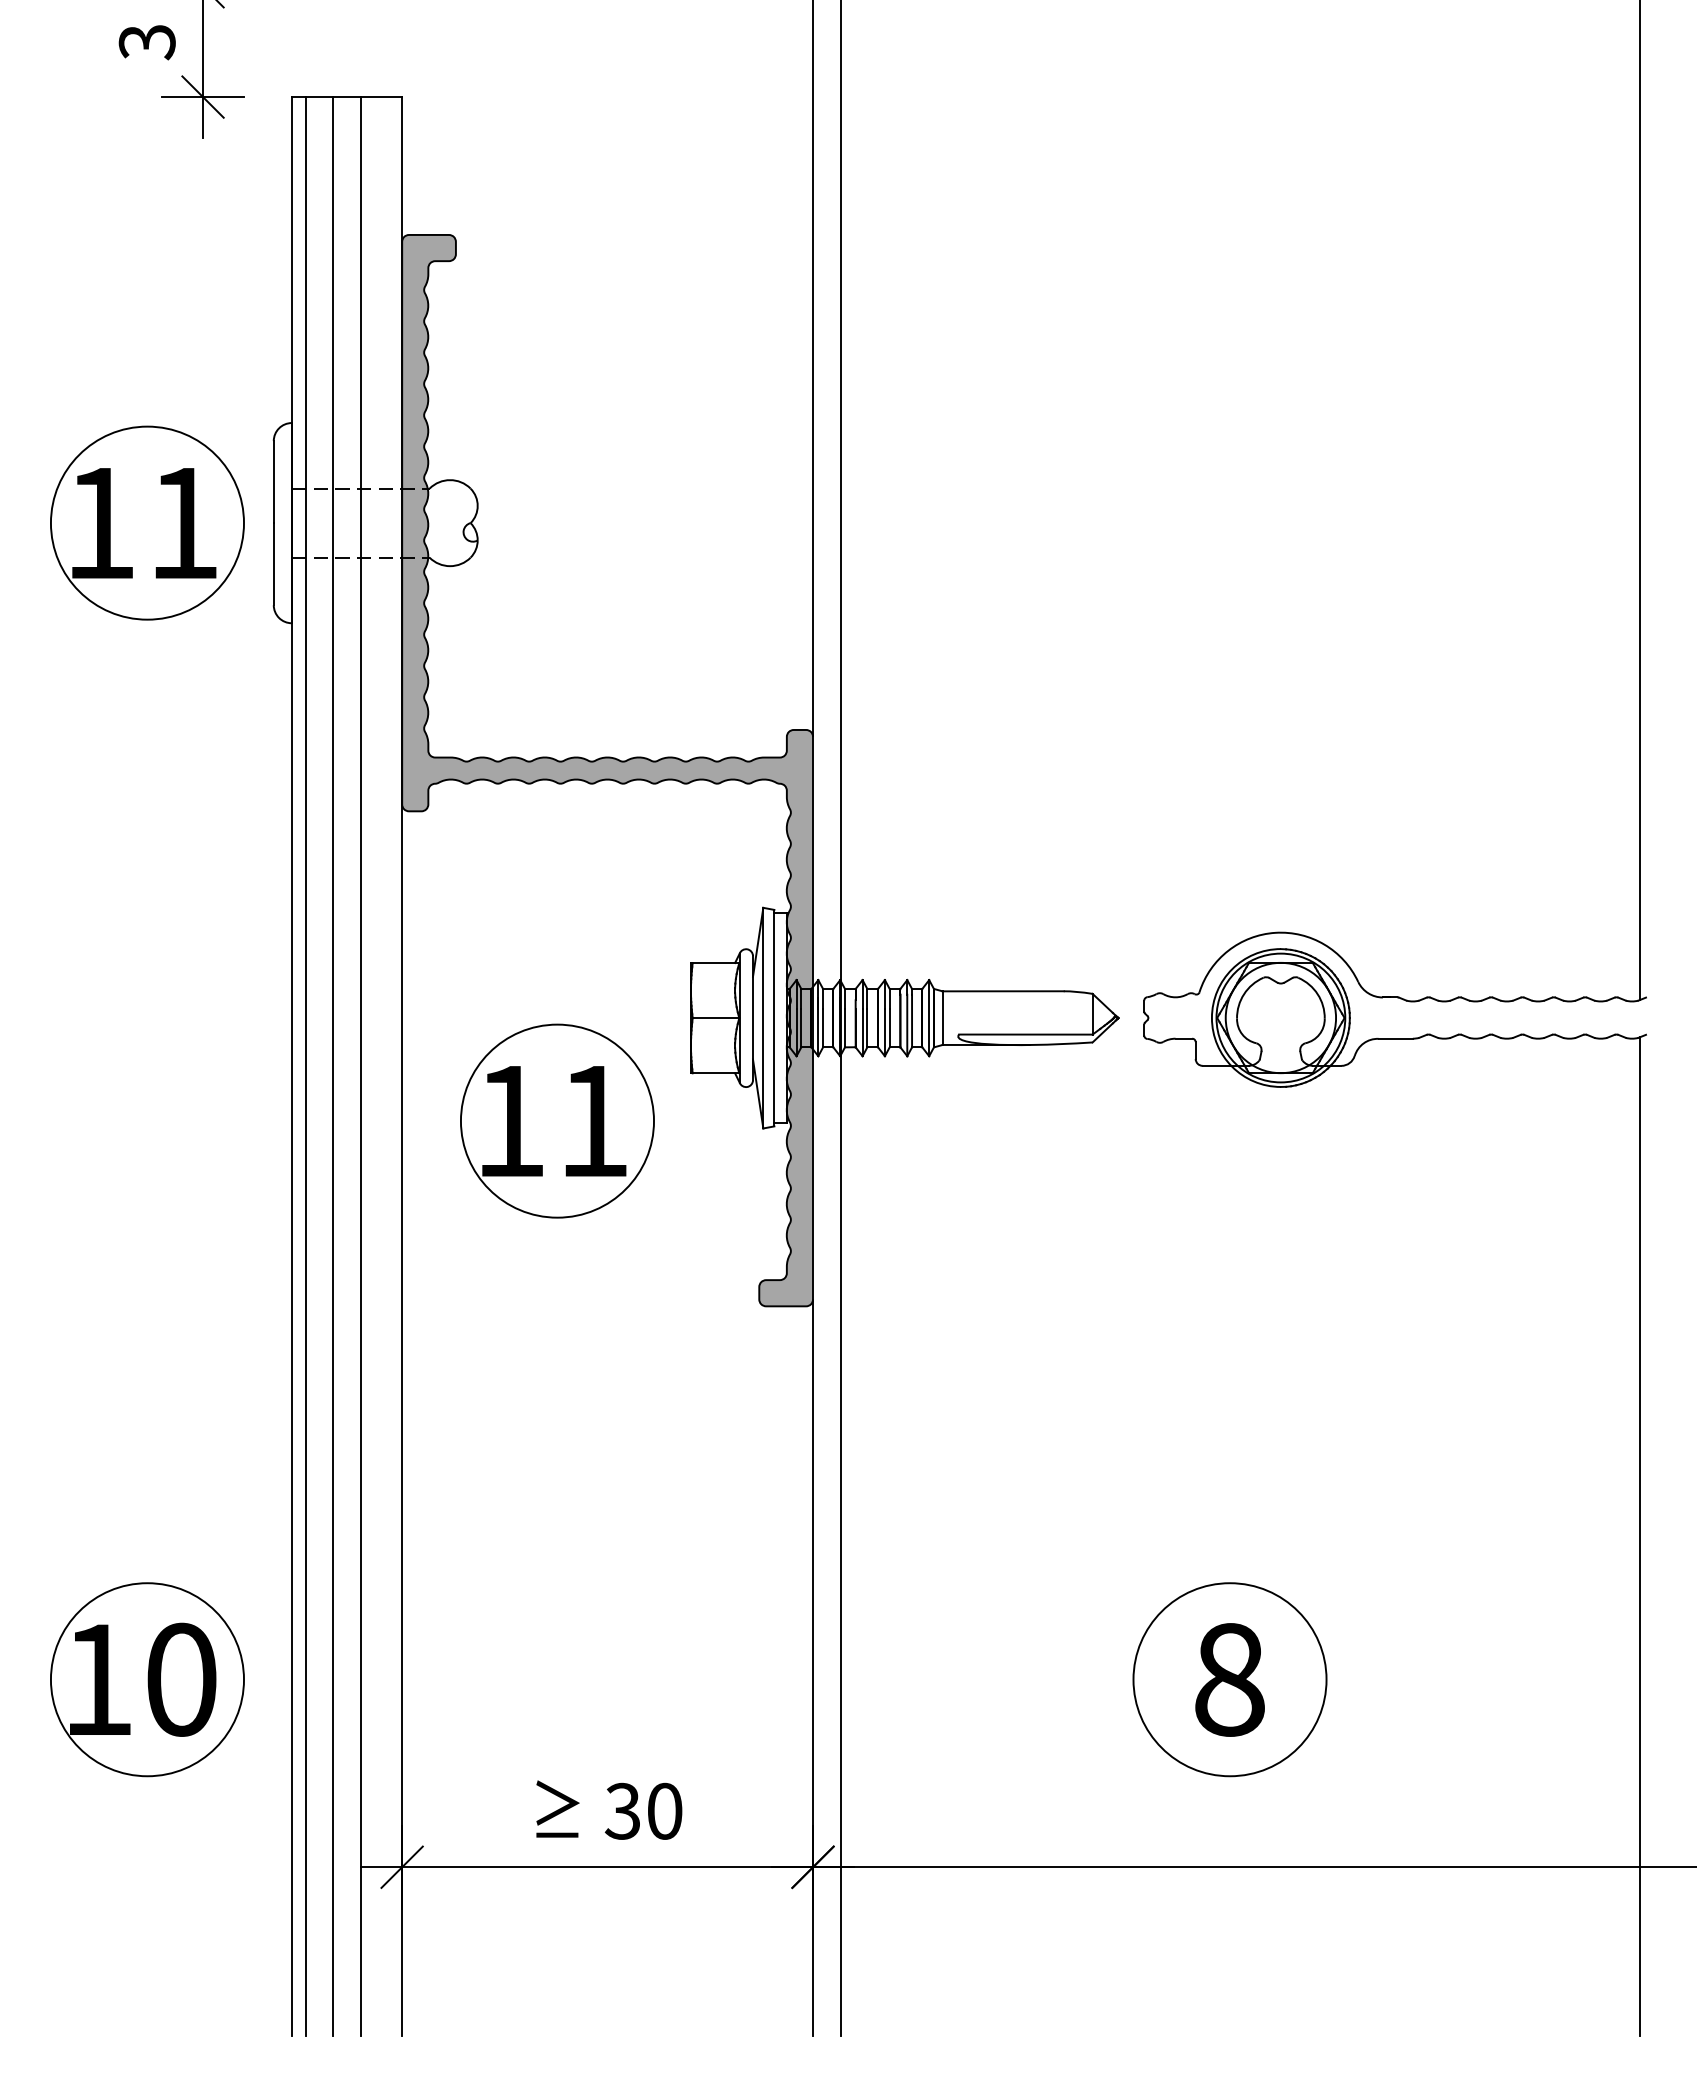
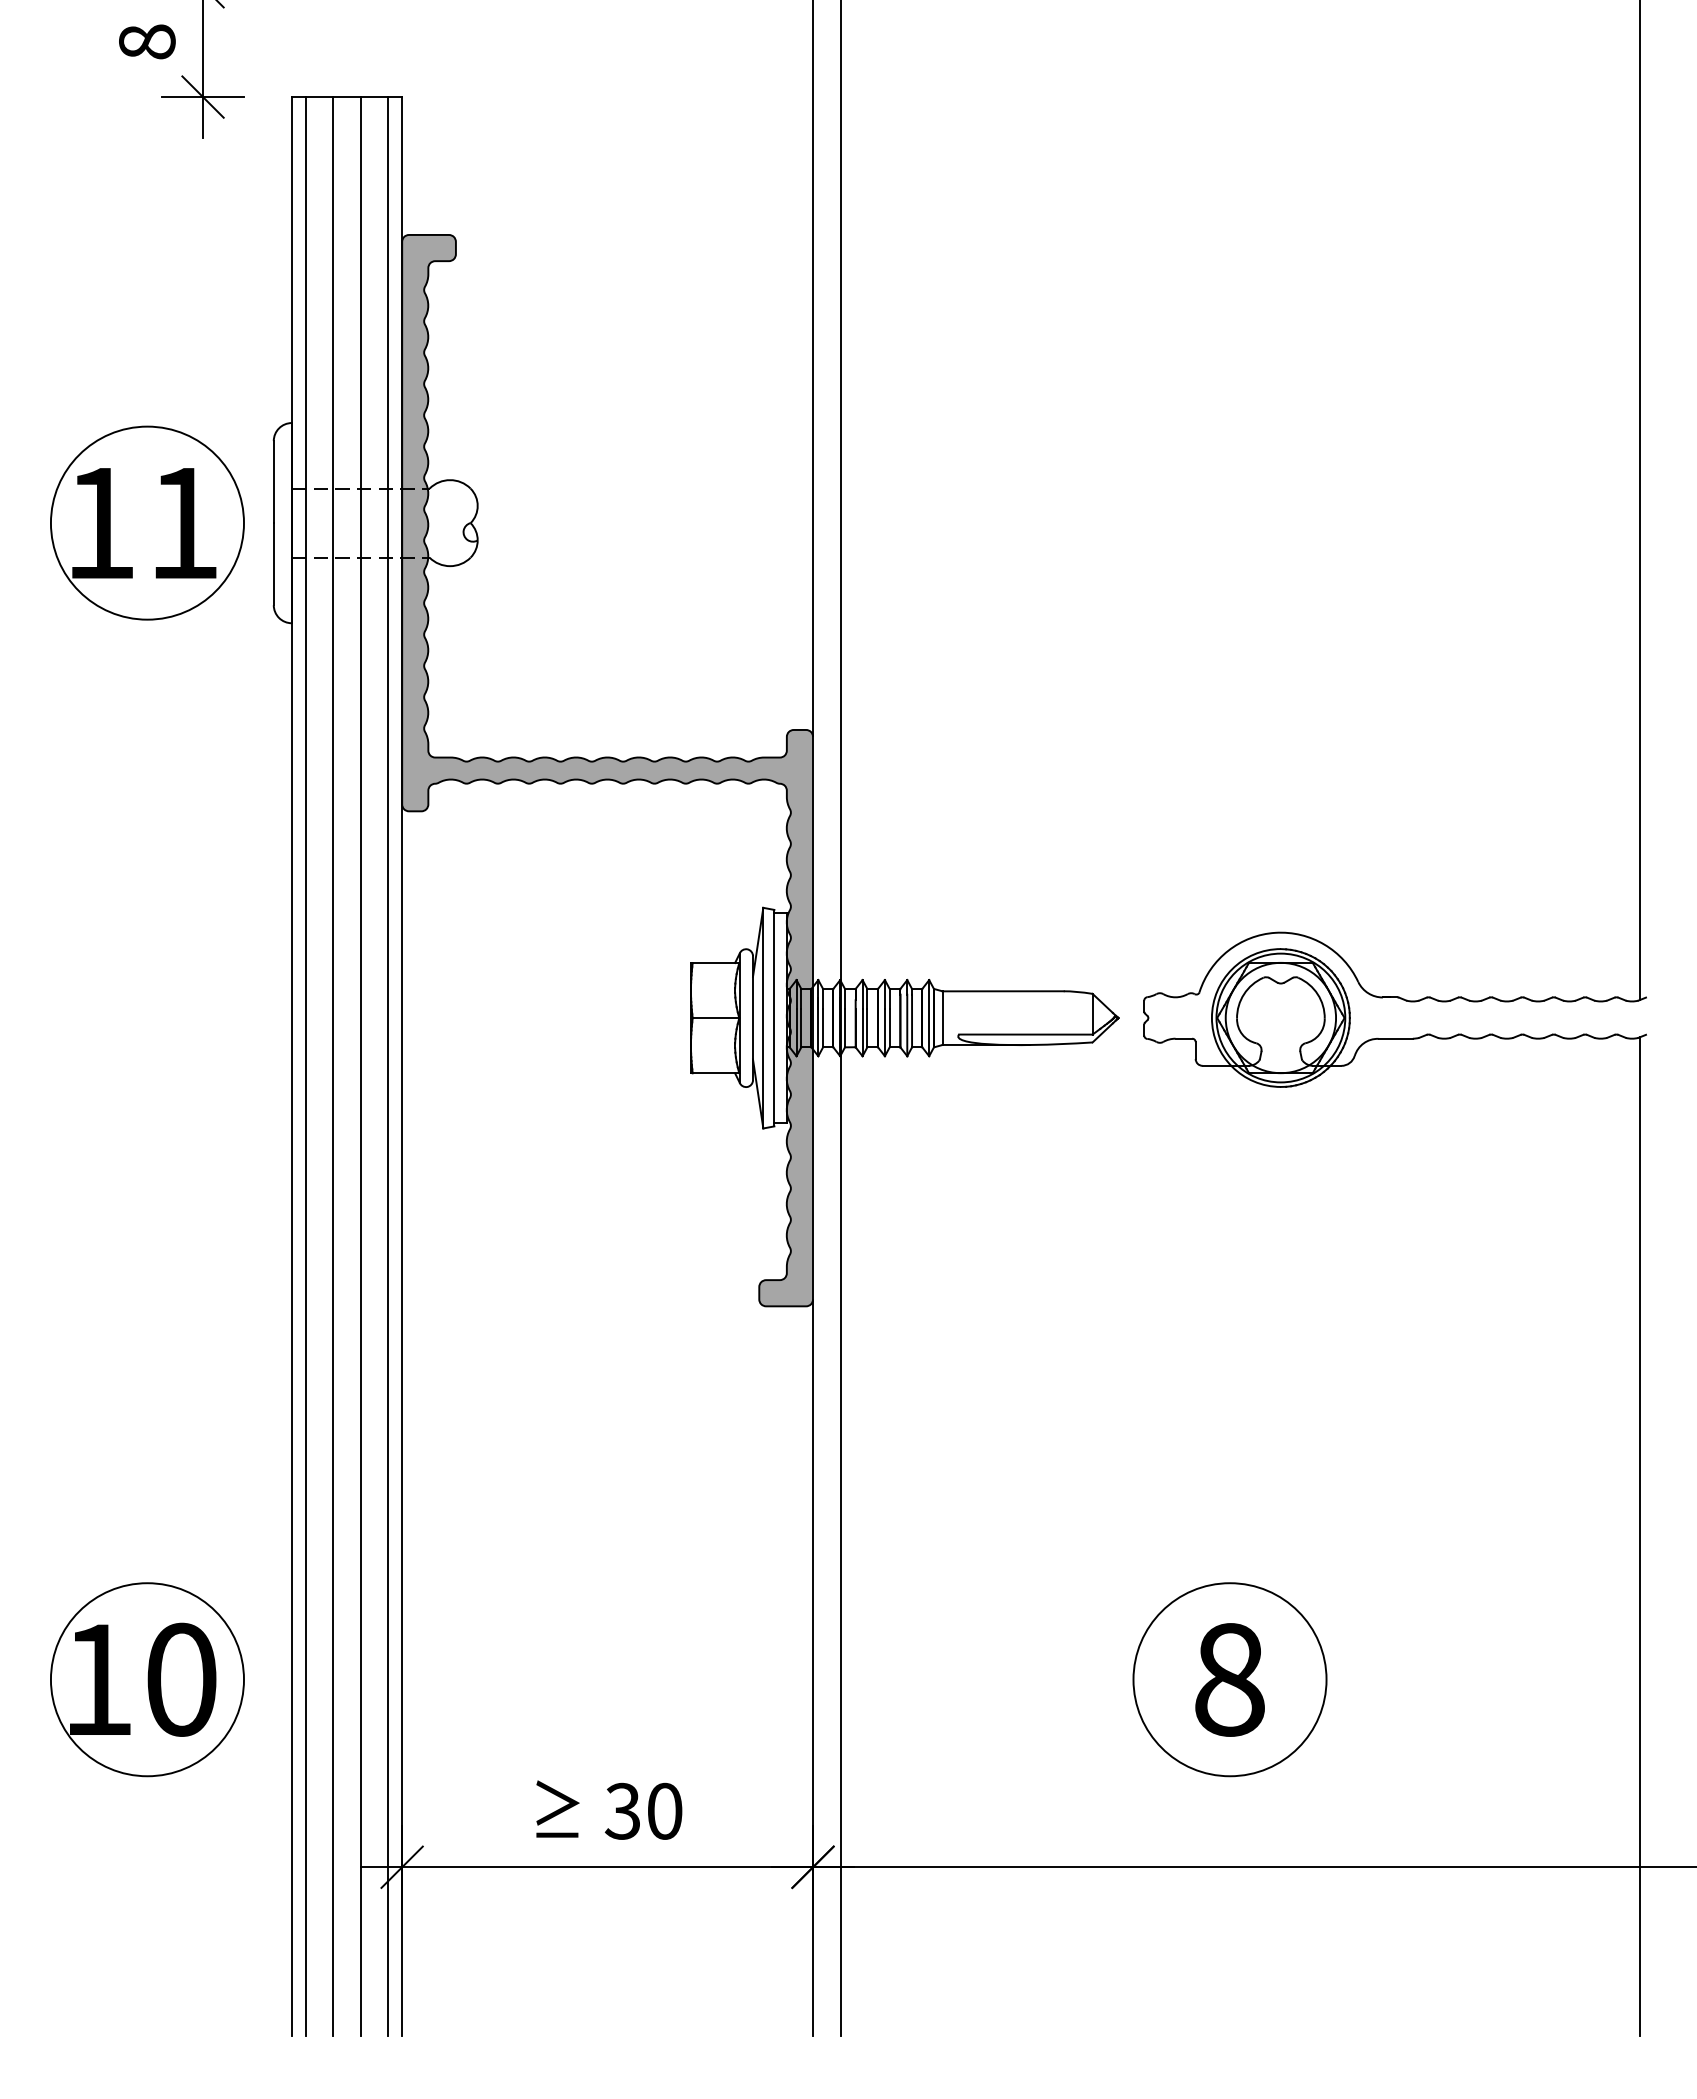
text at (146, 42): 3 -> 8
line at (388, 1066): none -> present
part at (557, 1120): present -> none
